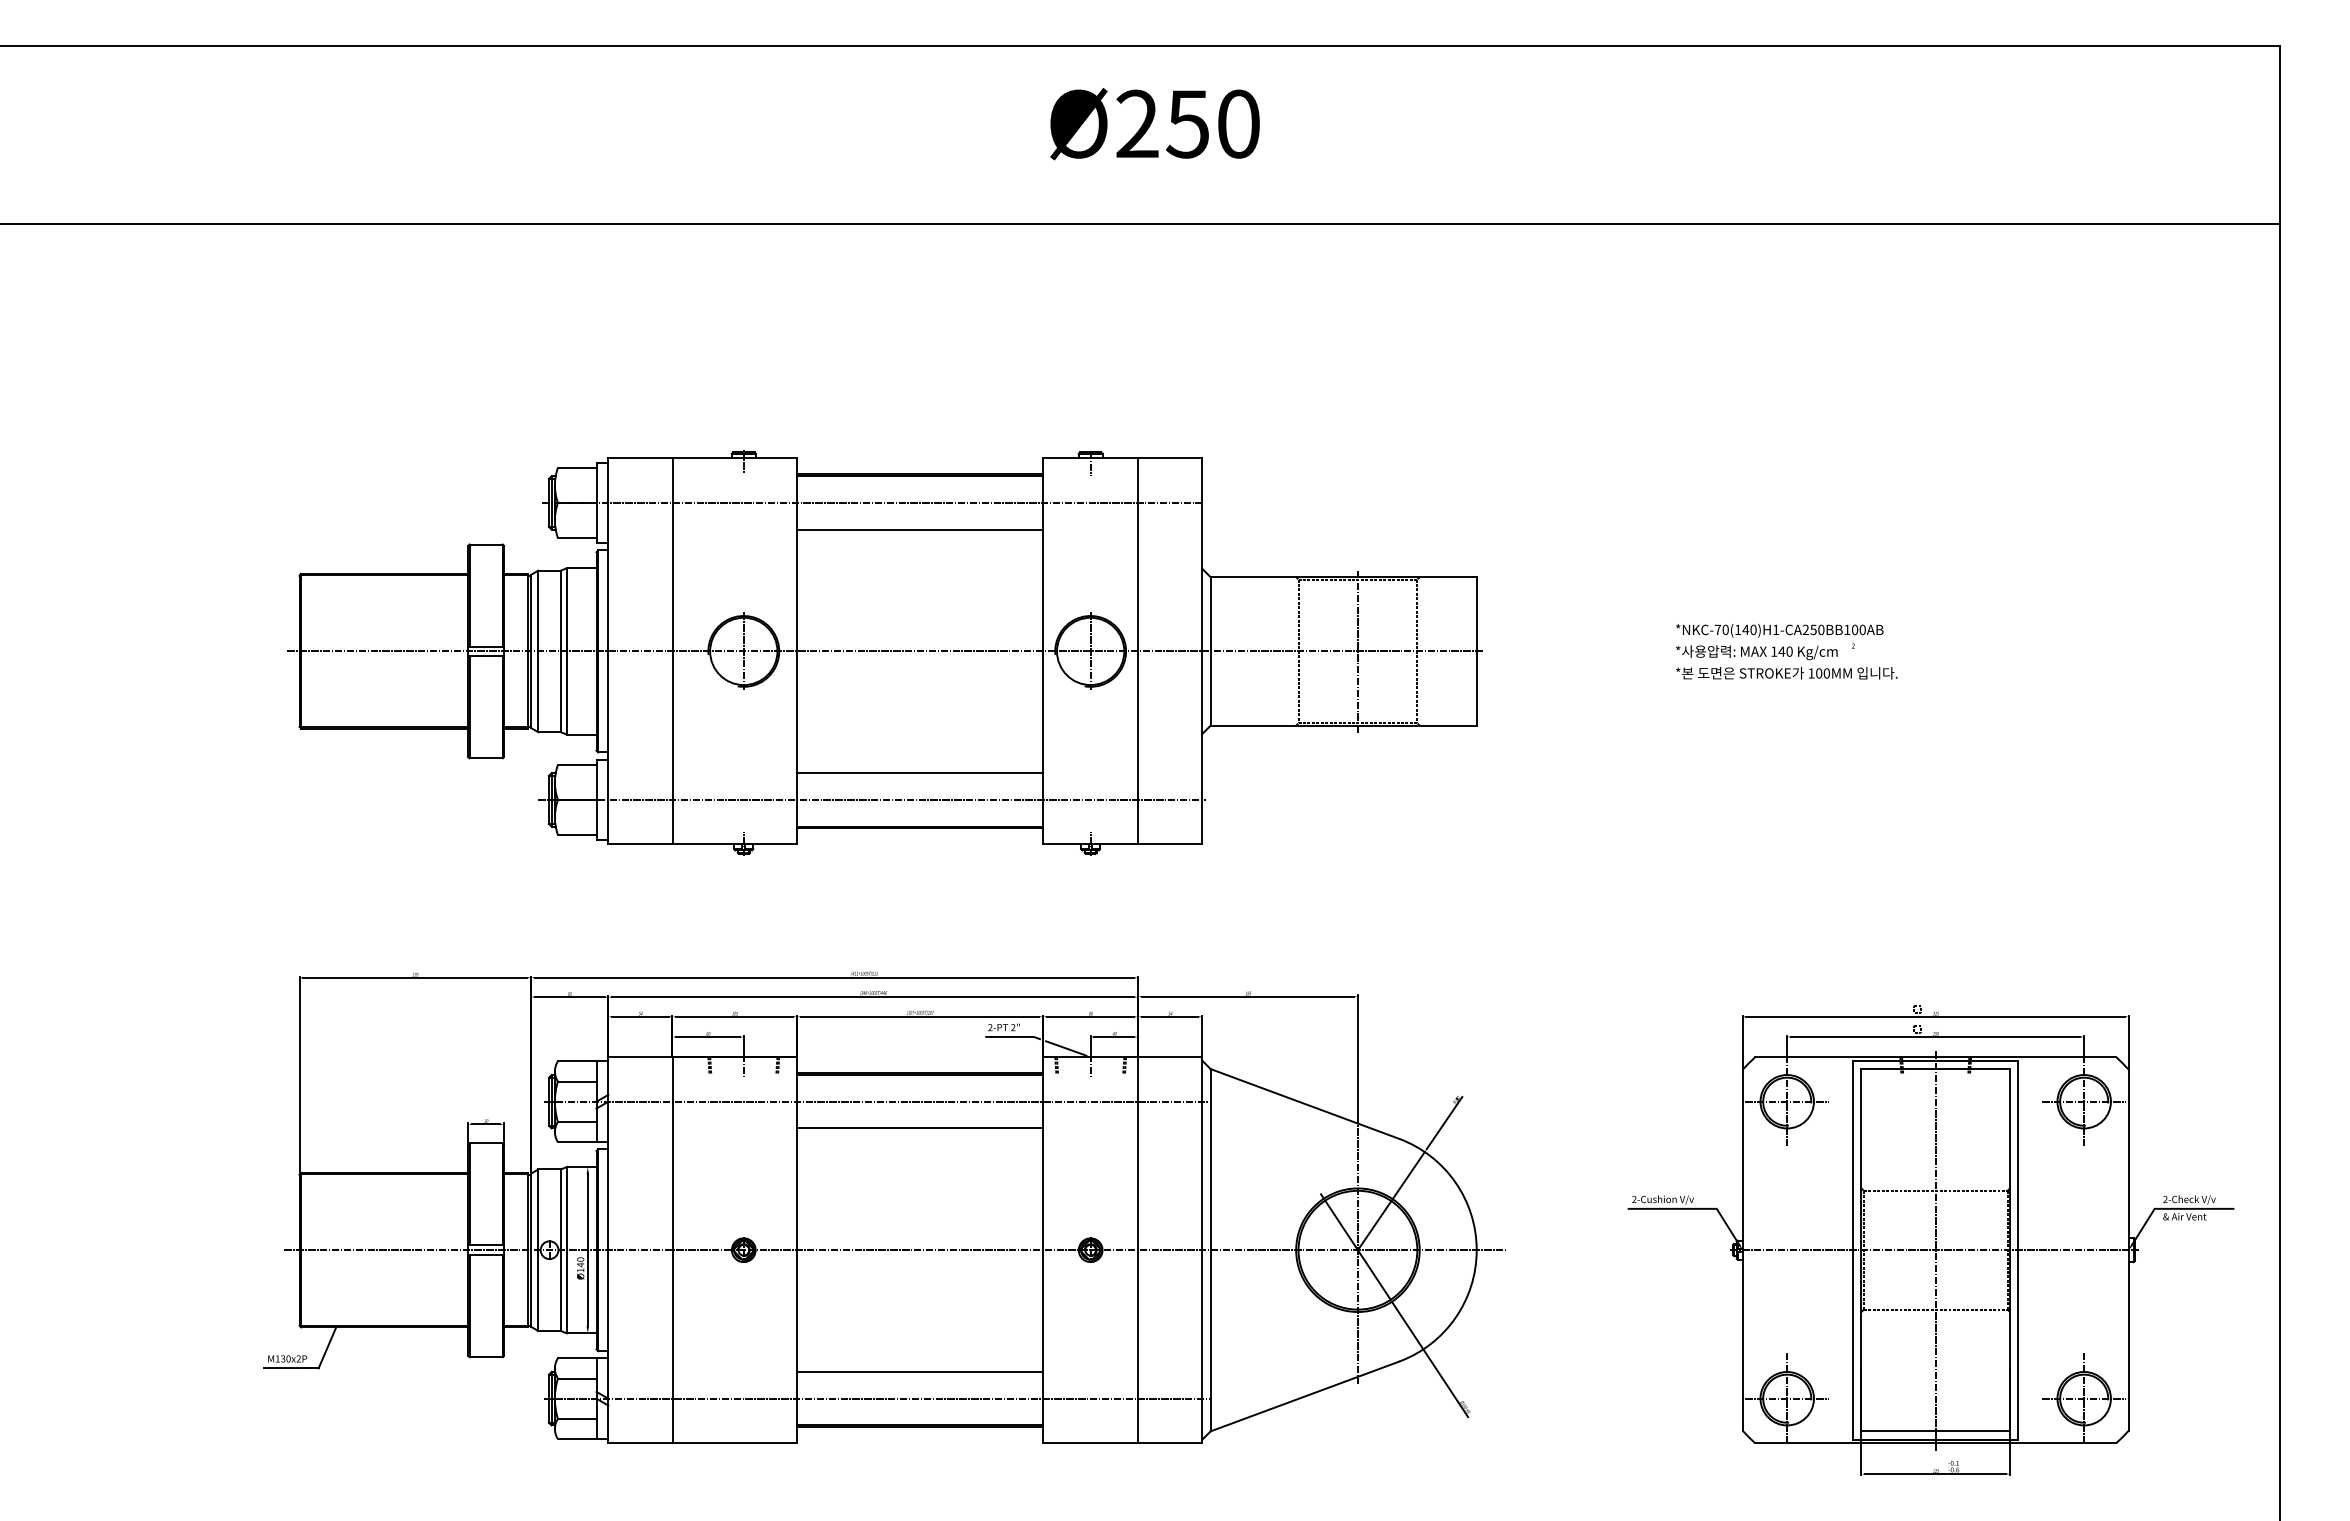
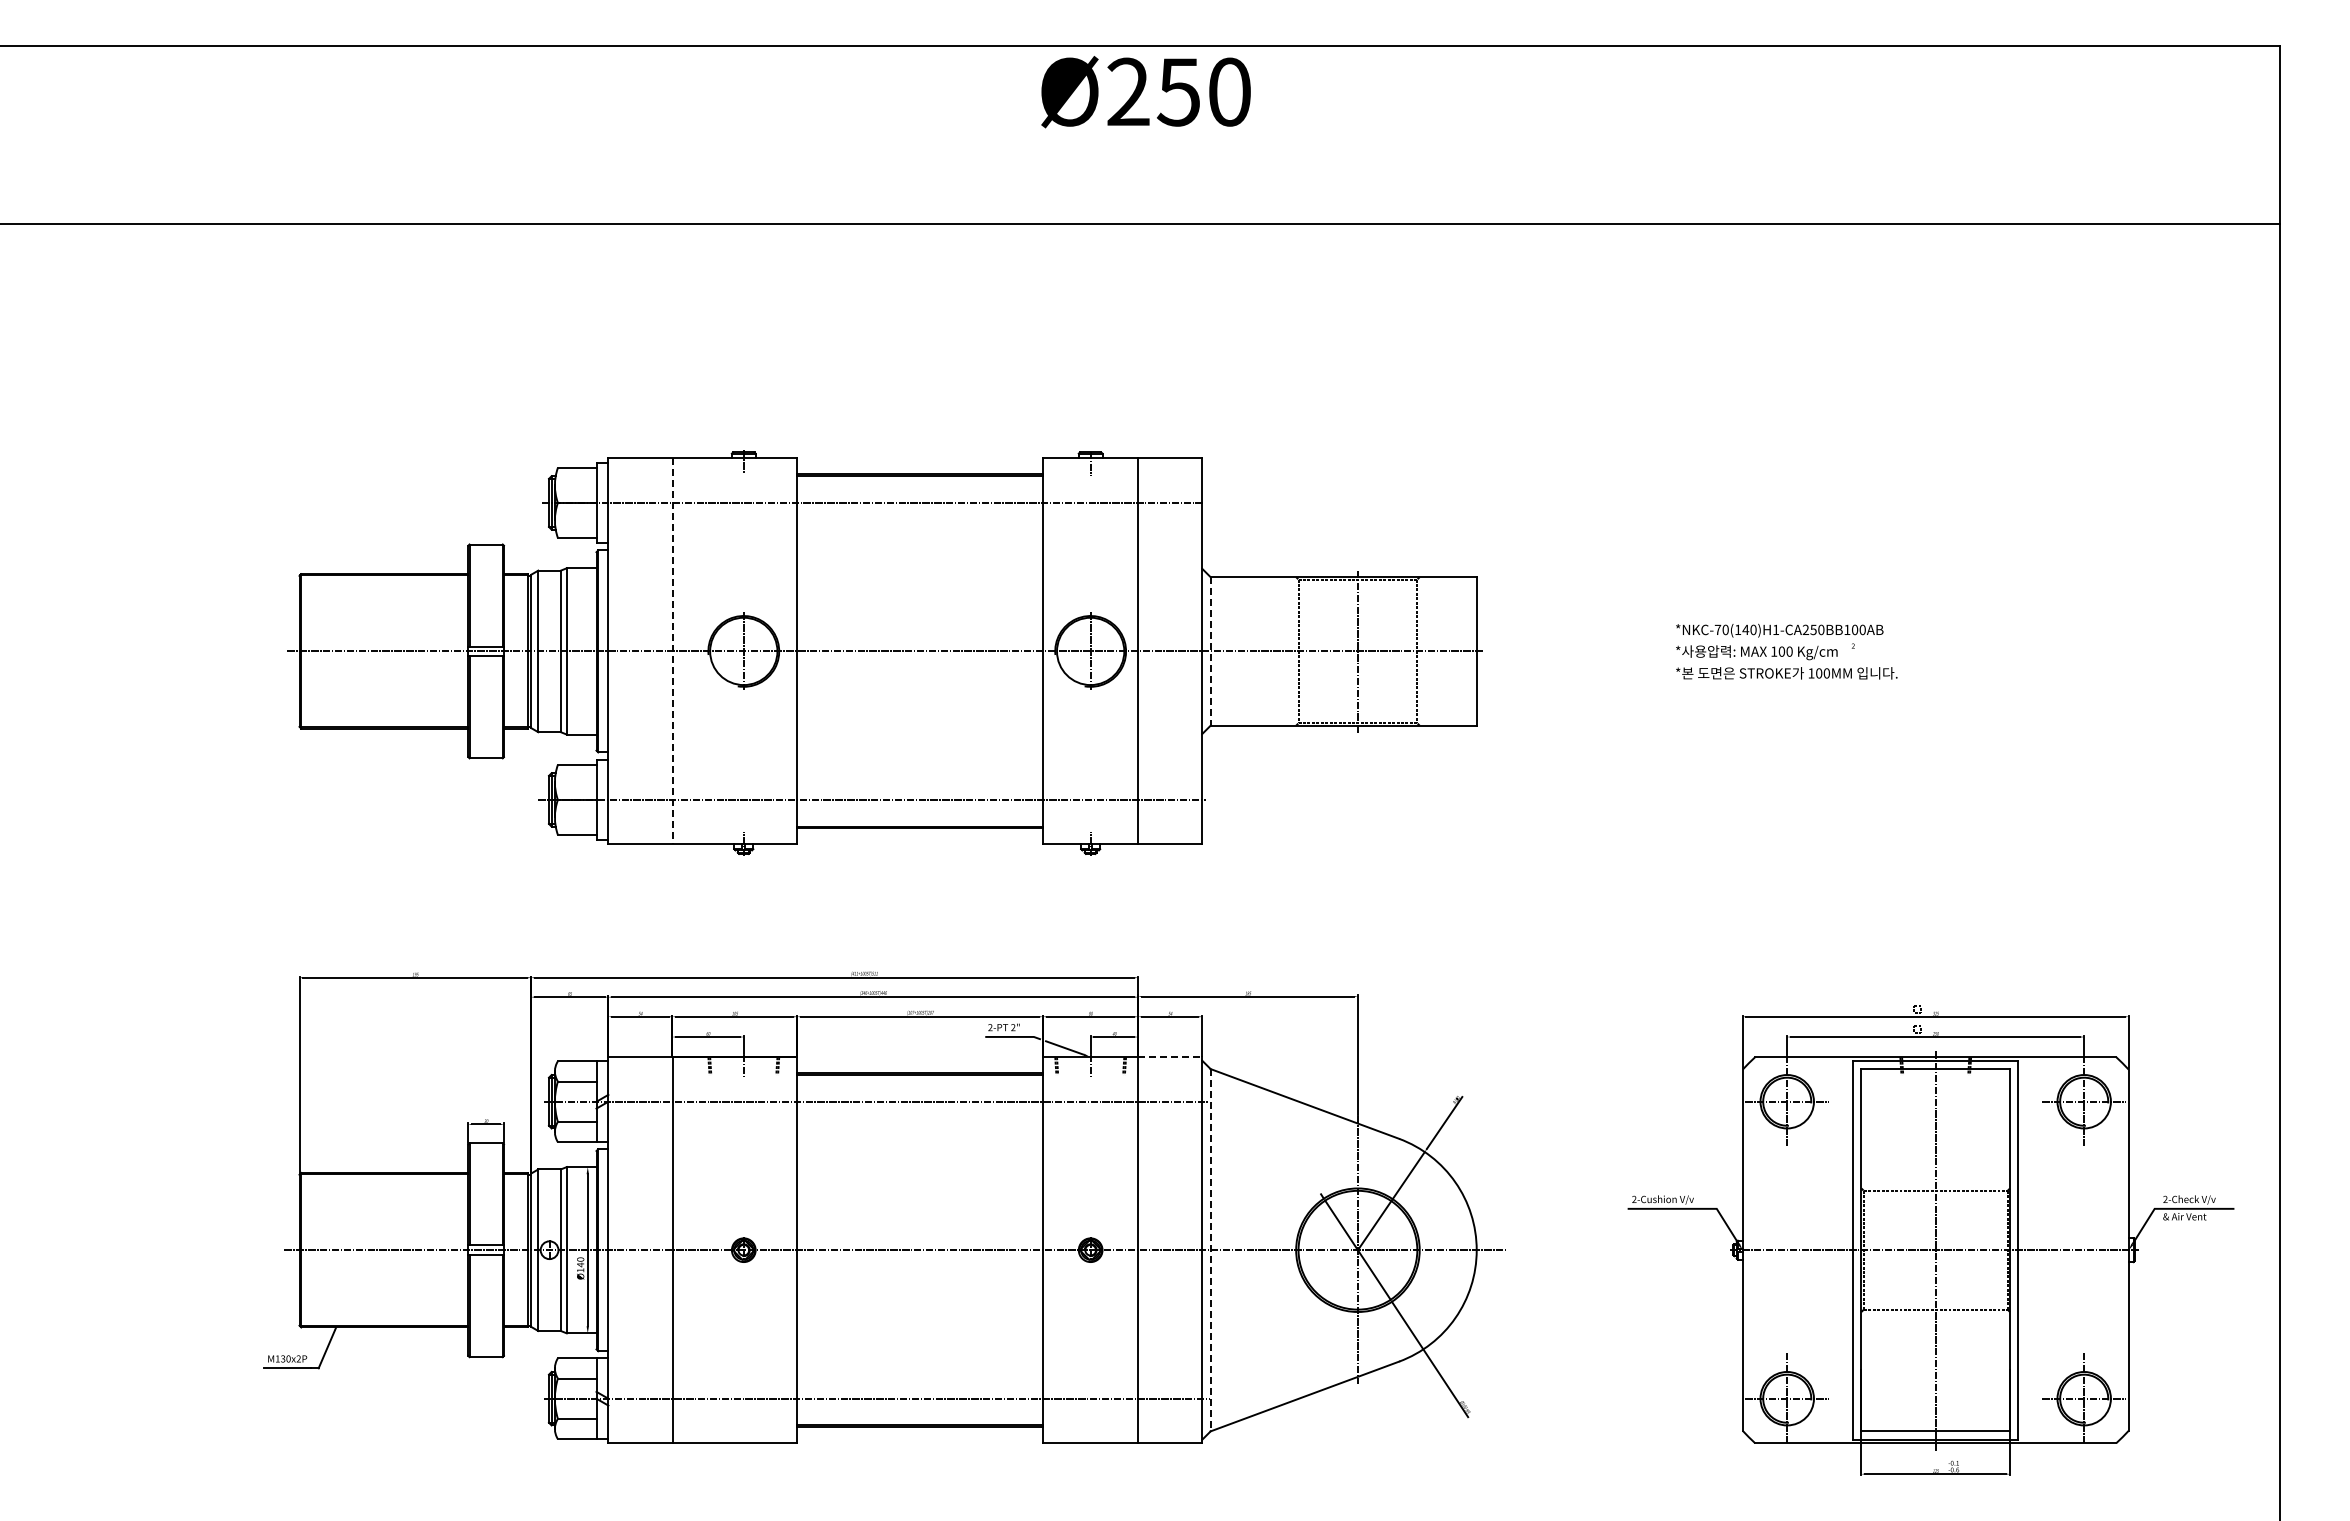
text at (1154, 124) position: (1154, 124) -> (1145, 92)
line at (920, 529): present -> none
line at (672, 651): solid -> dashed
line at (1210, 651): solid -> dashed
text at (1781, 651): 140 -> 100
line at (920, 773): present -> none
line at (1170, 1057): solid -> dashed
line at (920, 1128): present -> none
line at (1210, 1250): solid -> dashed
line at (920, 1371): present -> none
